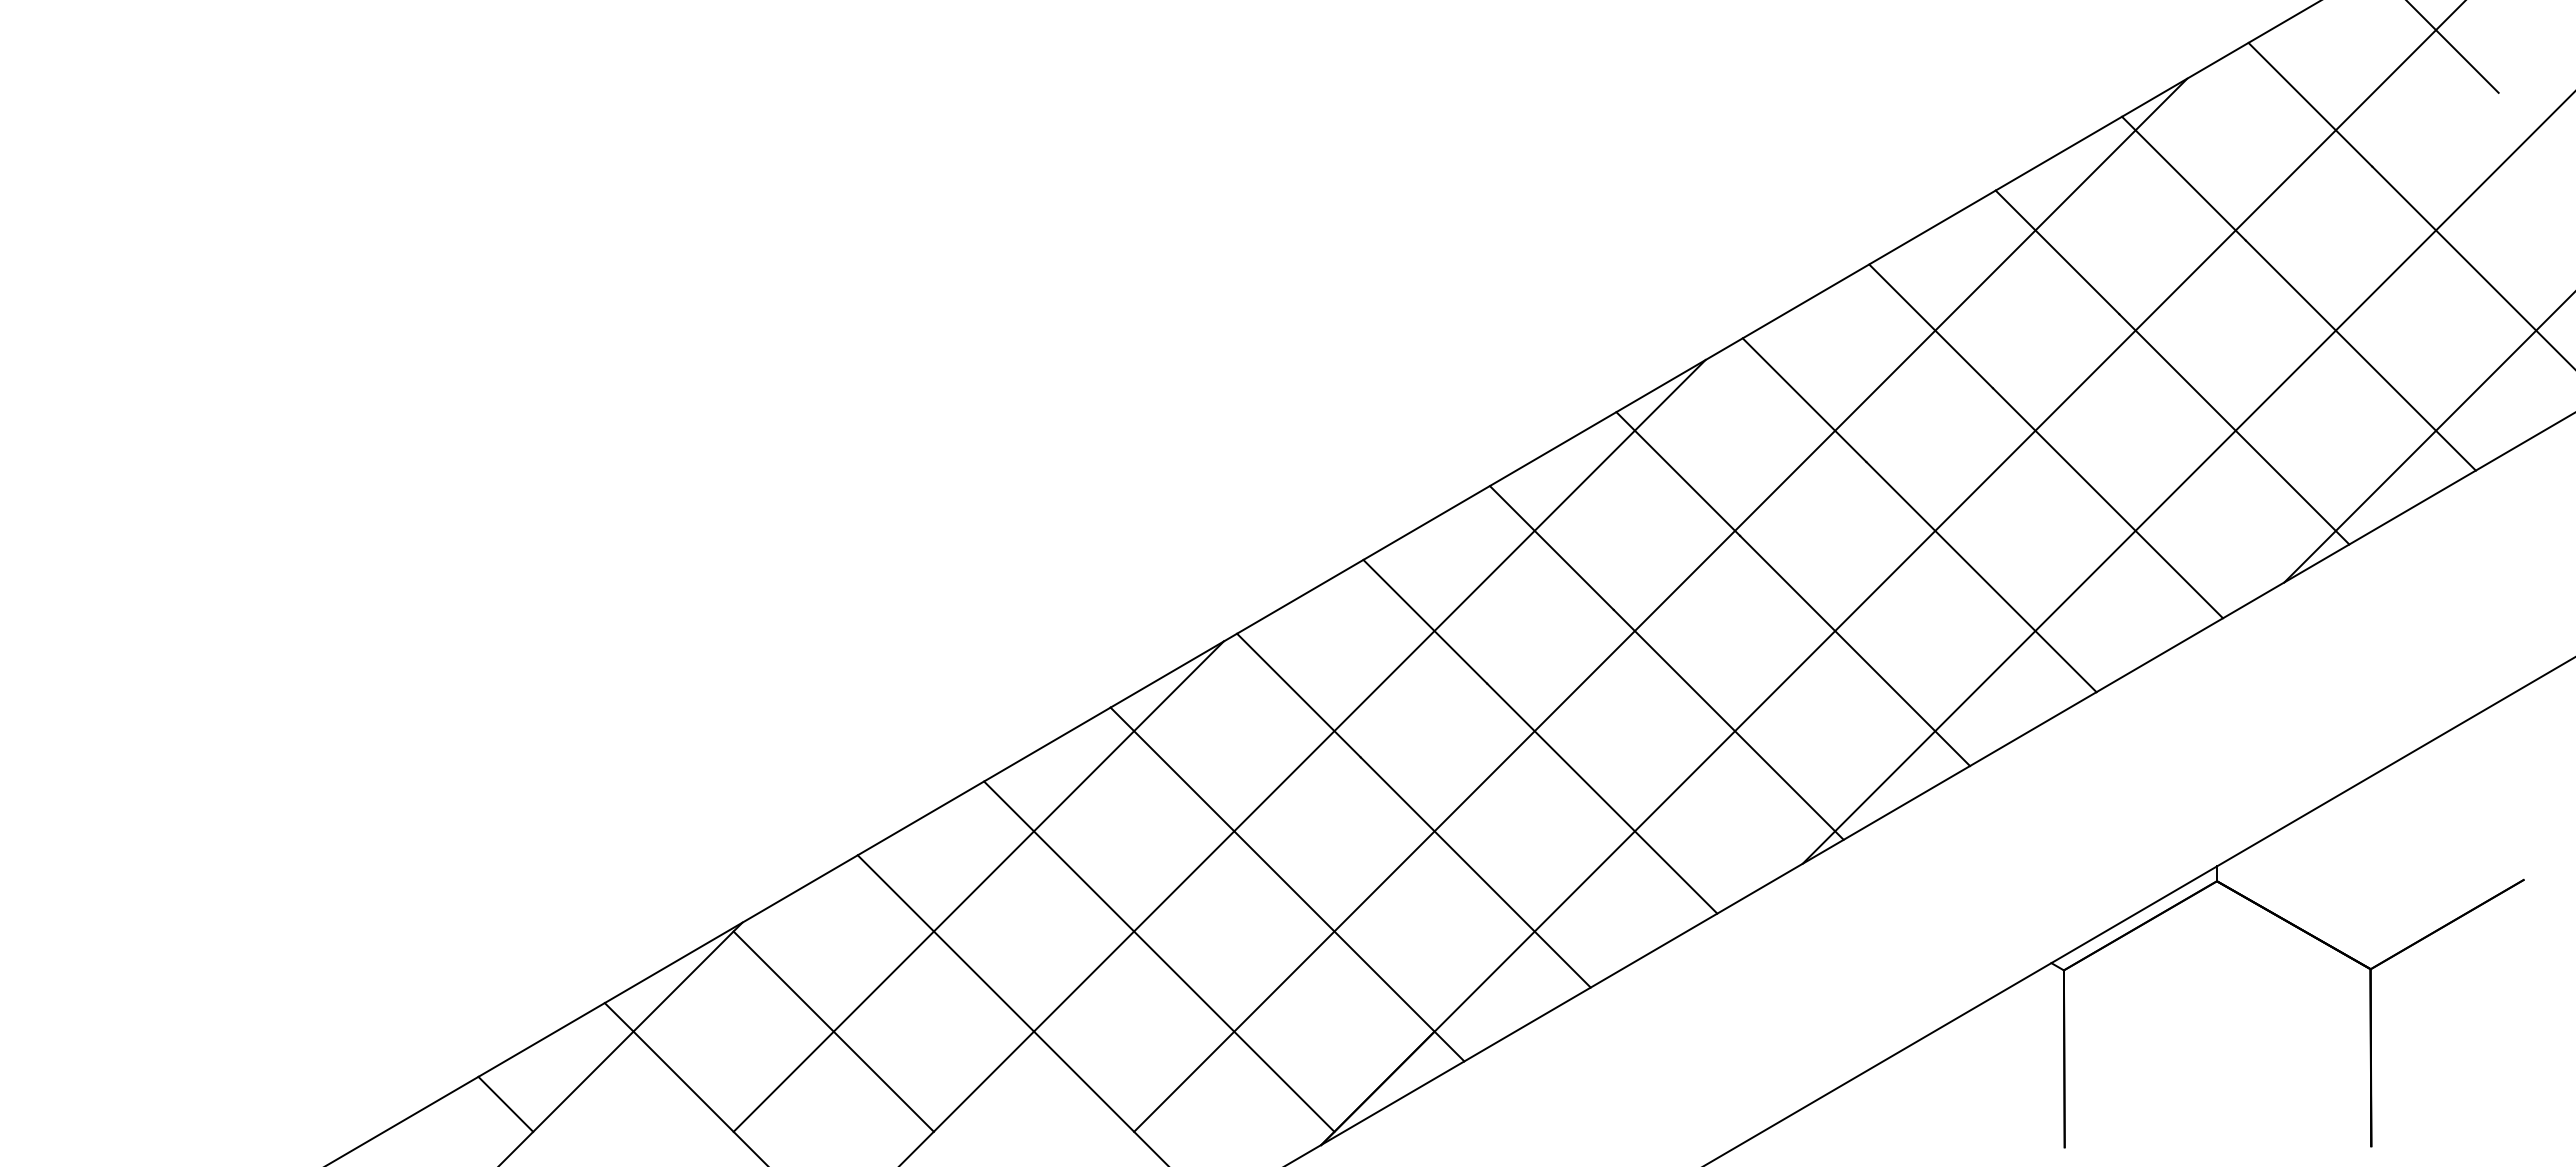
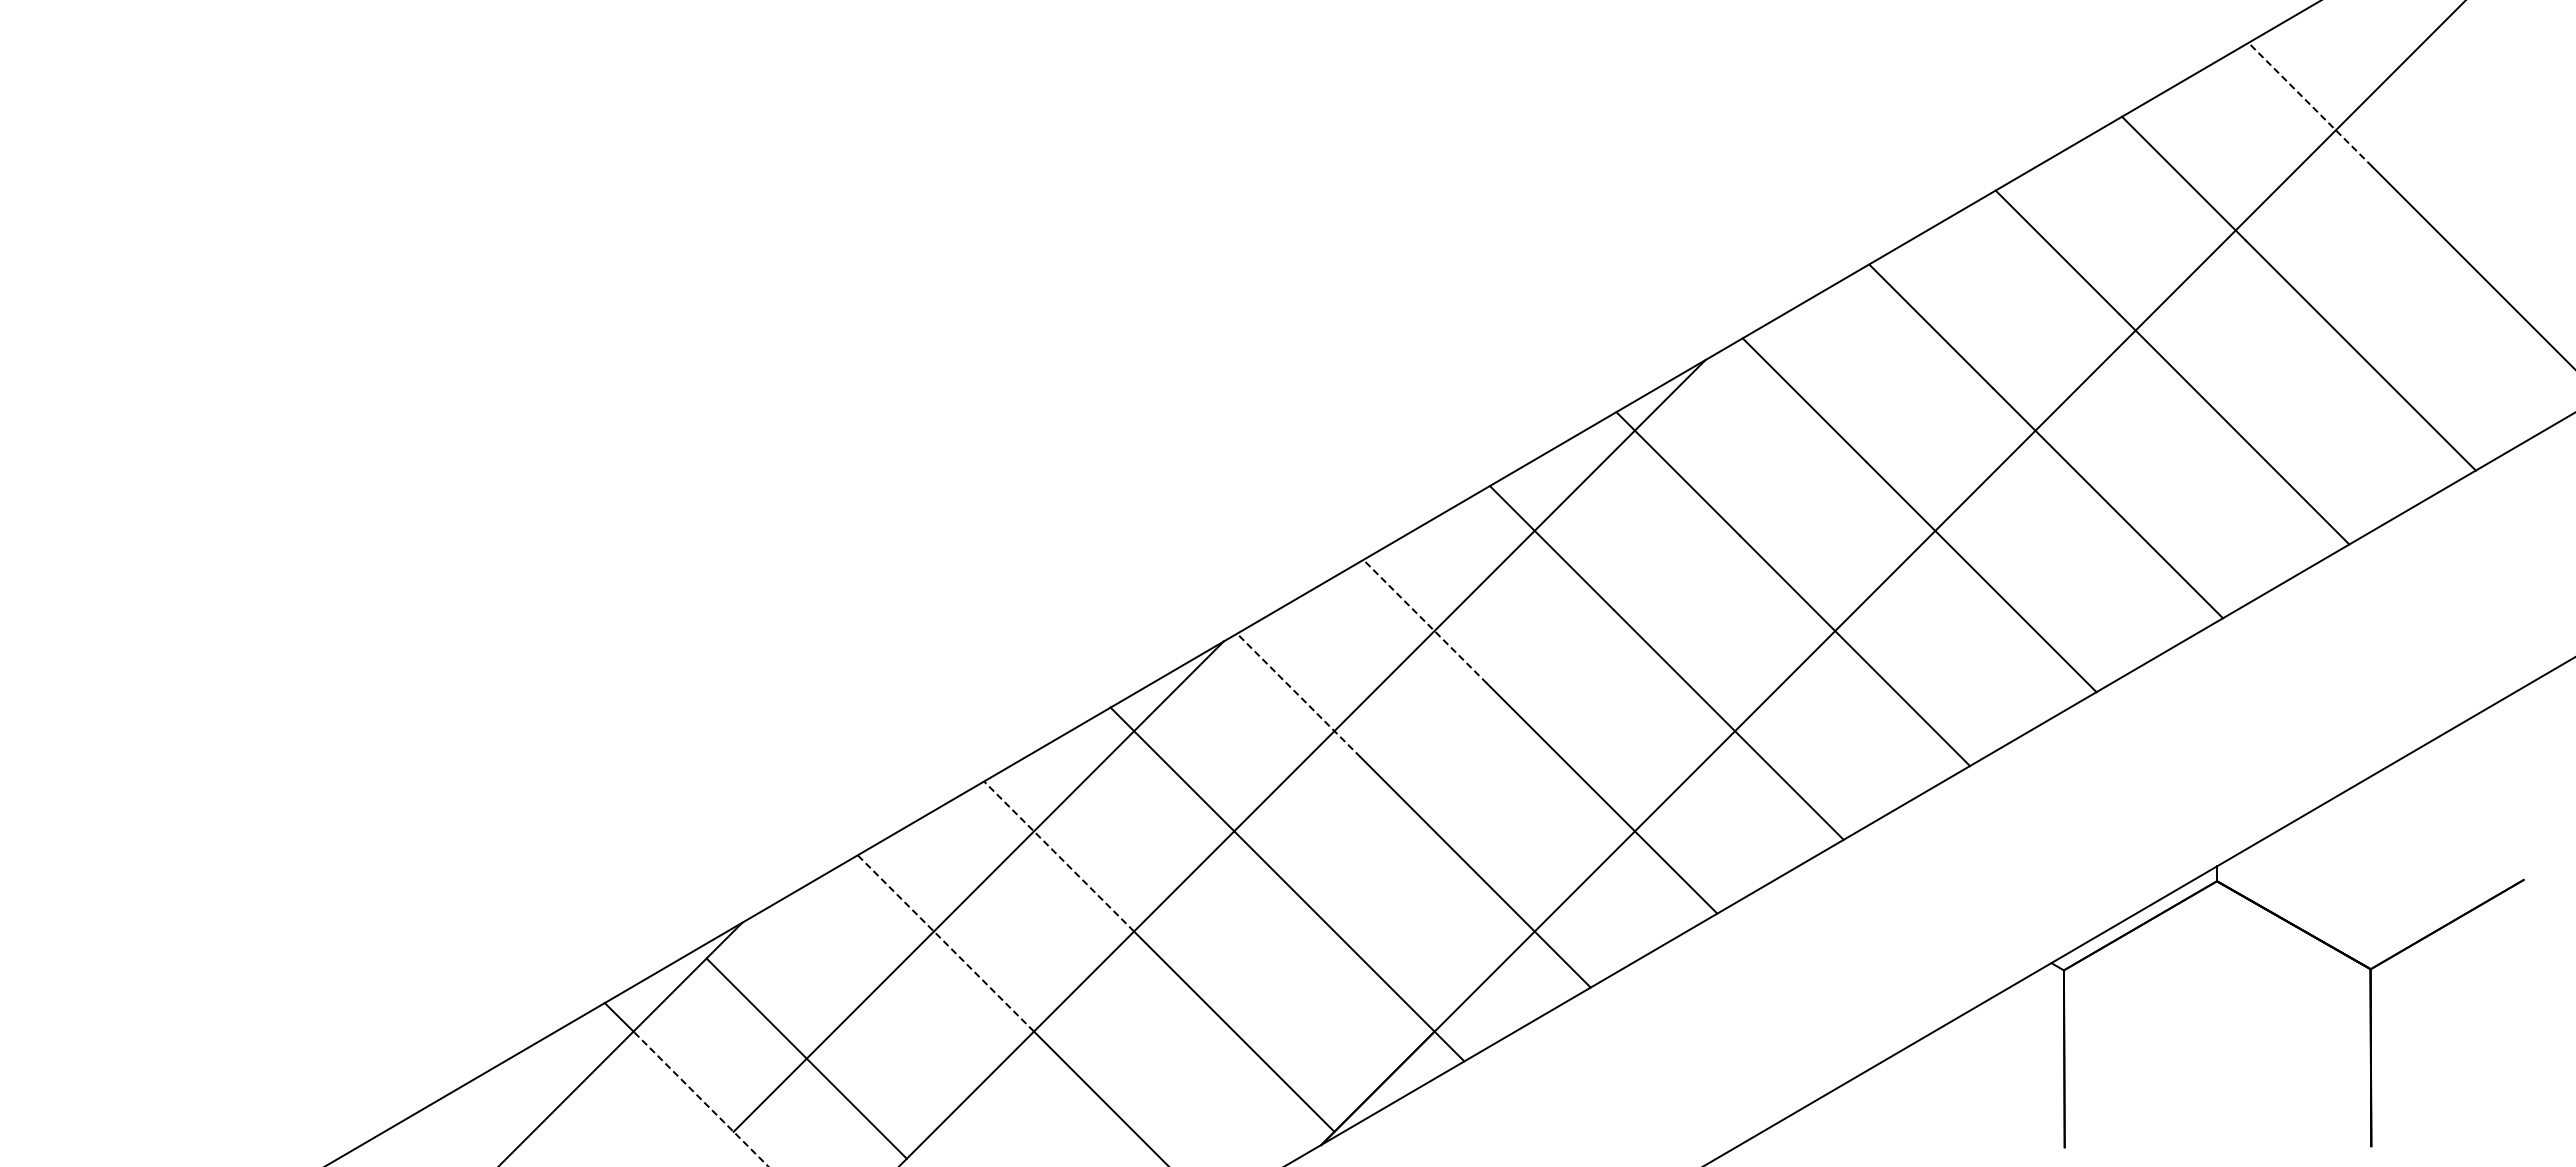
line at (2453, 47): present -> none
line at (2310, 104): solid -> dashed
line at (2428, 438): present -> none
line at (2187, 478): present -> none
line at (1660, 604): present -> none
line at (1424, 621): solid -> dashed
line at (1298, 695): solid -> dashed
line at (1058, 856): solid -> dashed
line at (945, 943): solid -> dashed
line at (833, 1031) position: (833, 1031) -> (806, 1058)
line at (700, 1098): solid -> dashed
line at (505, 1103): present -> none
